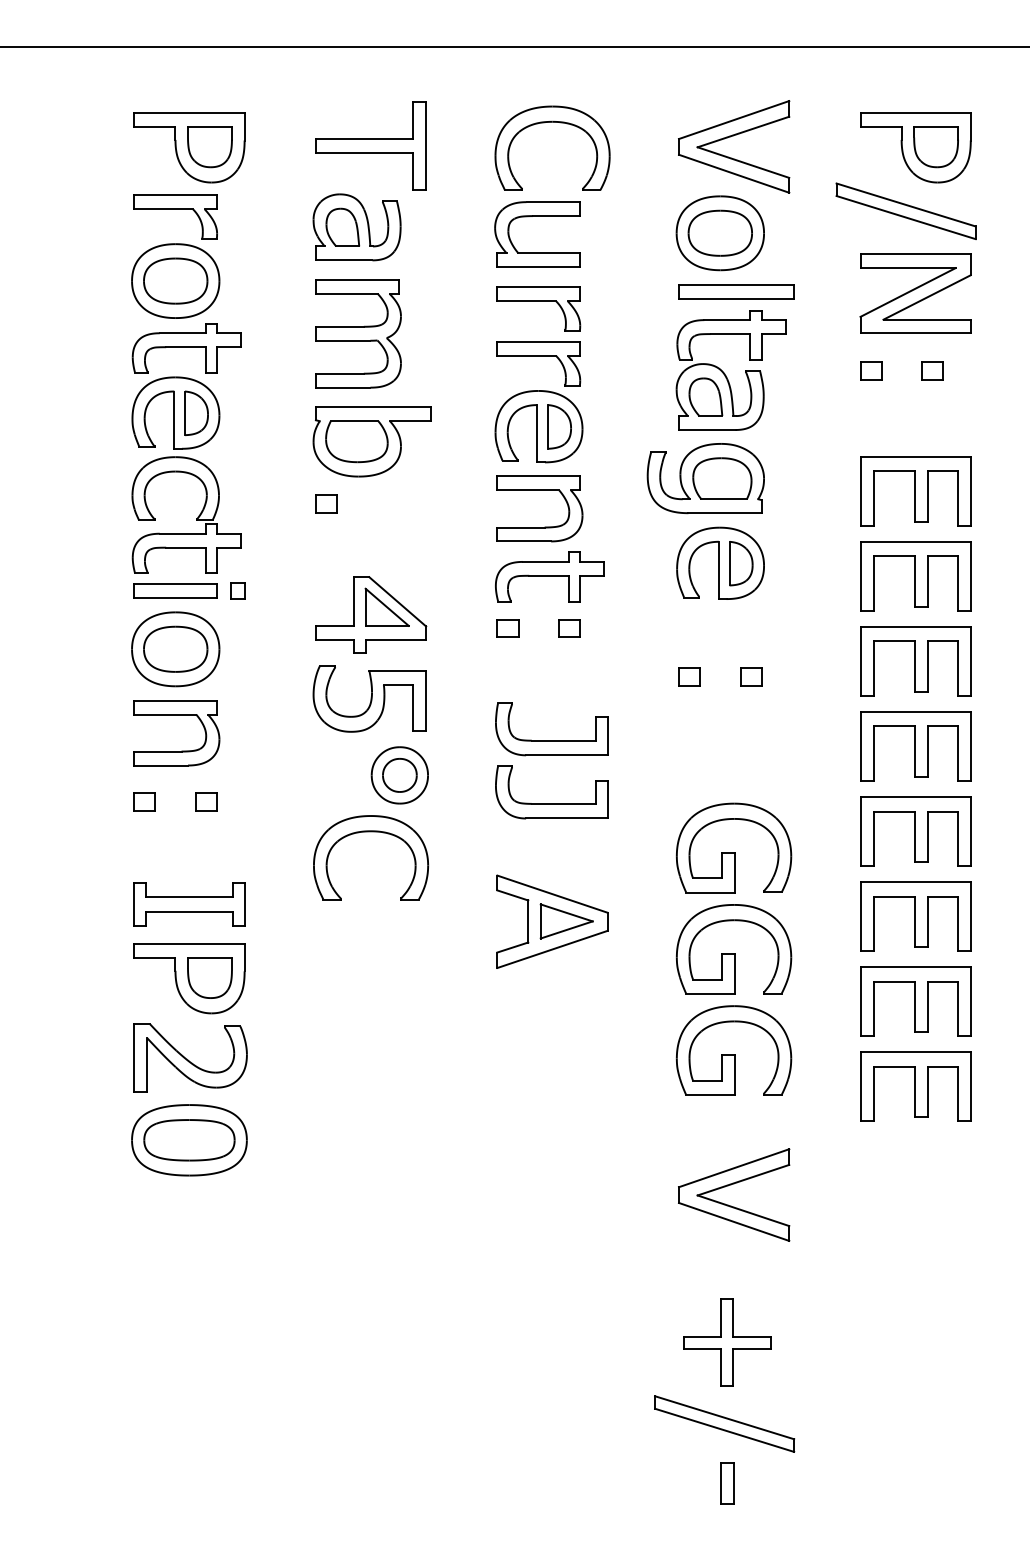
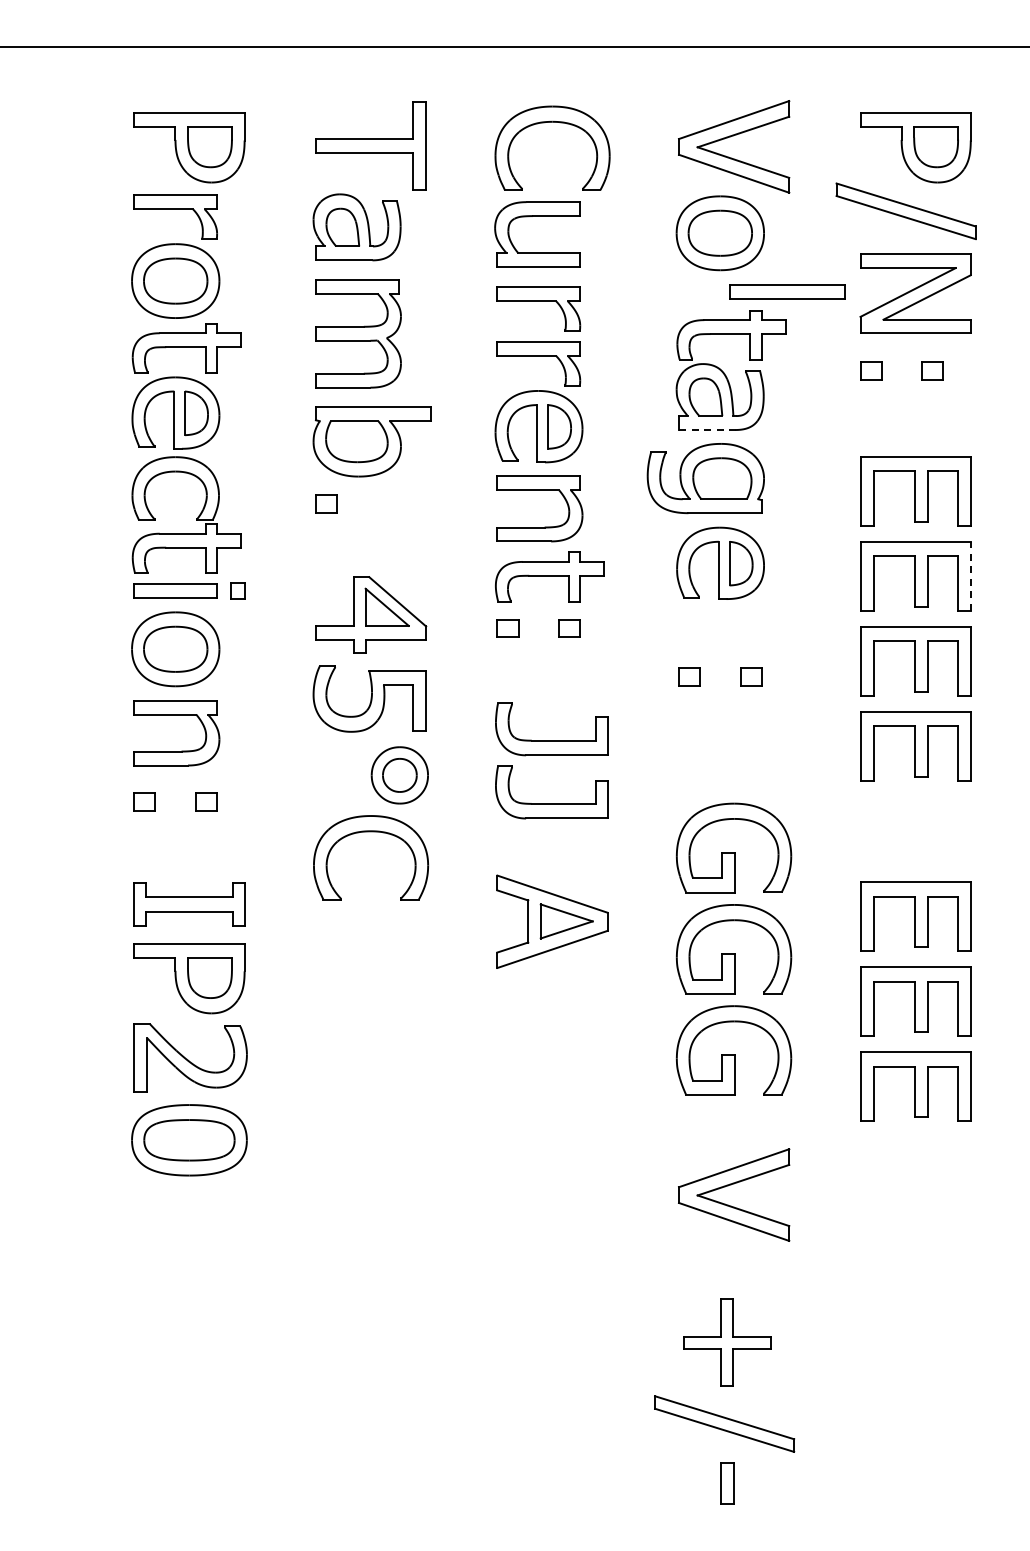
part at (736, 291) position: (736, 291) -> (787, 291)
line at (707, 430): solid -> dashed
line at (970, 575): solid -> dashed
part at (915, 831): present -> none
